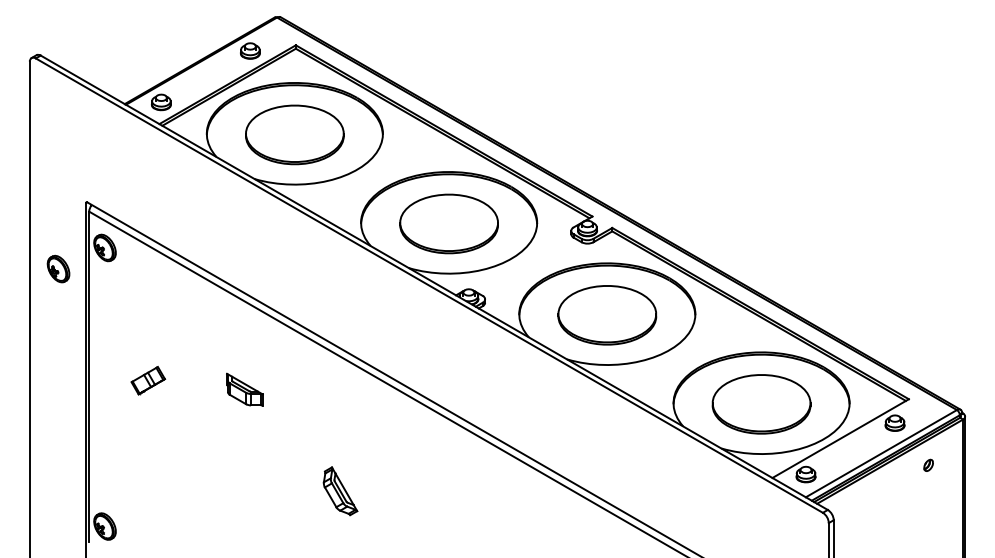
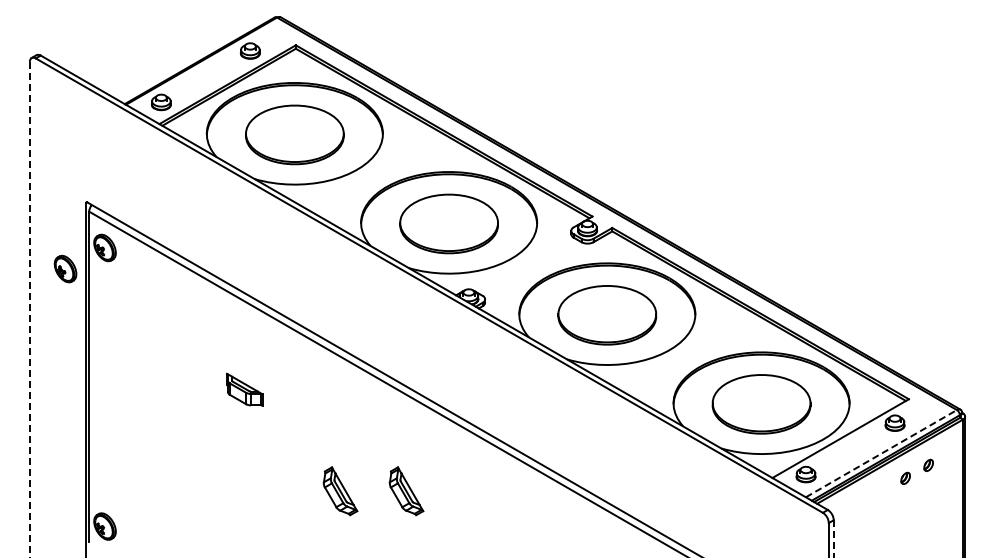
part at (58, 268) position: (58, 268) -> (65, 268)
line at (29, 309): solid -> dashed
part at (148, 380): present -> none
line at (881, 453): solid -> dashed
part at (905, 477): none -> present
part at (406, 491): none -> present
line at (833, 538): solid -> dashed
